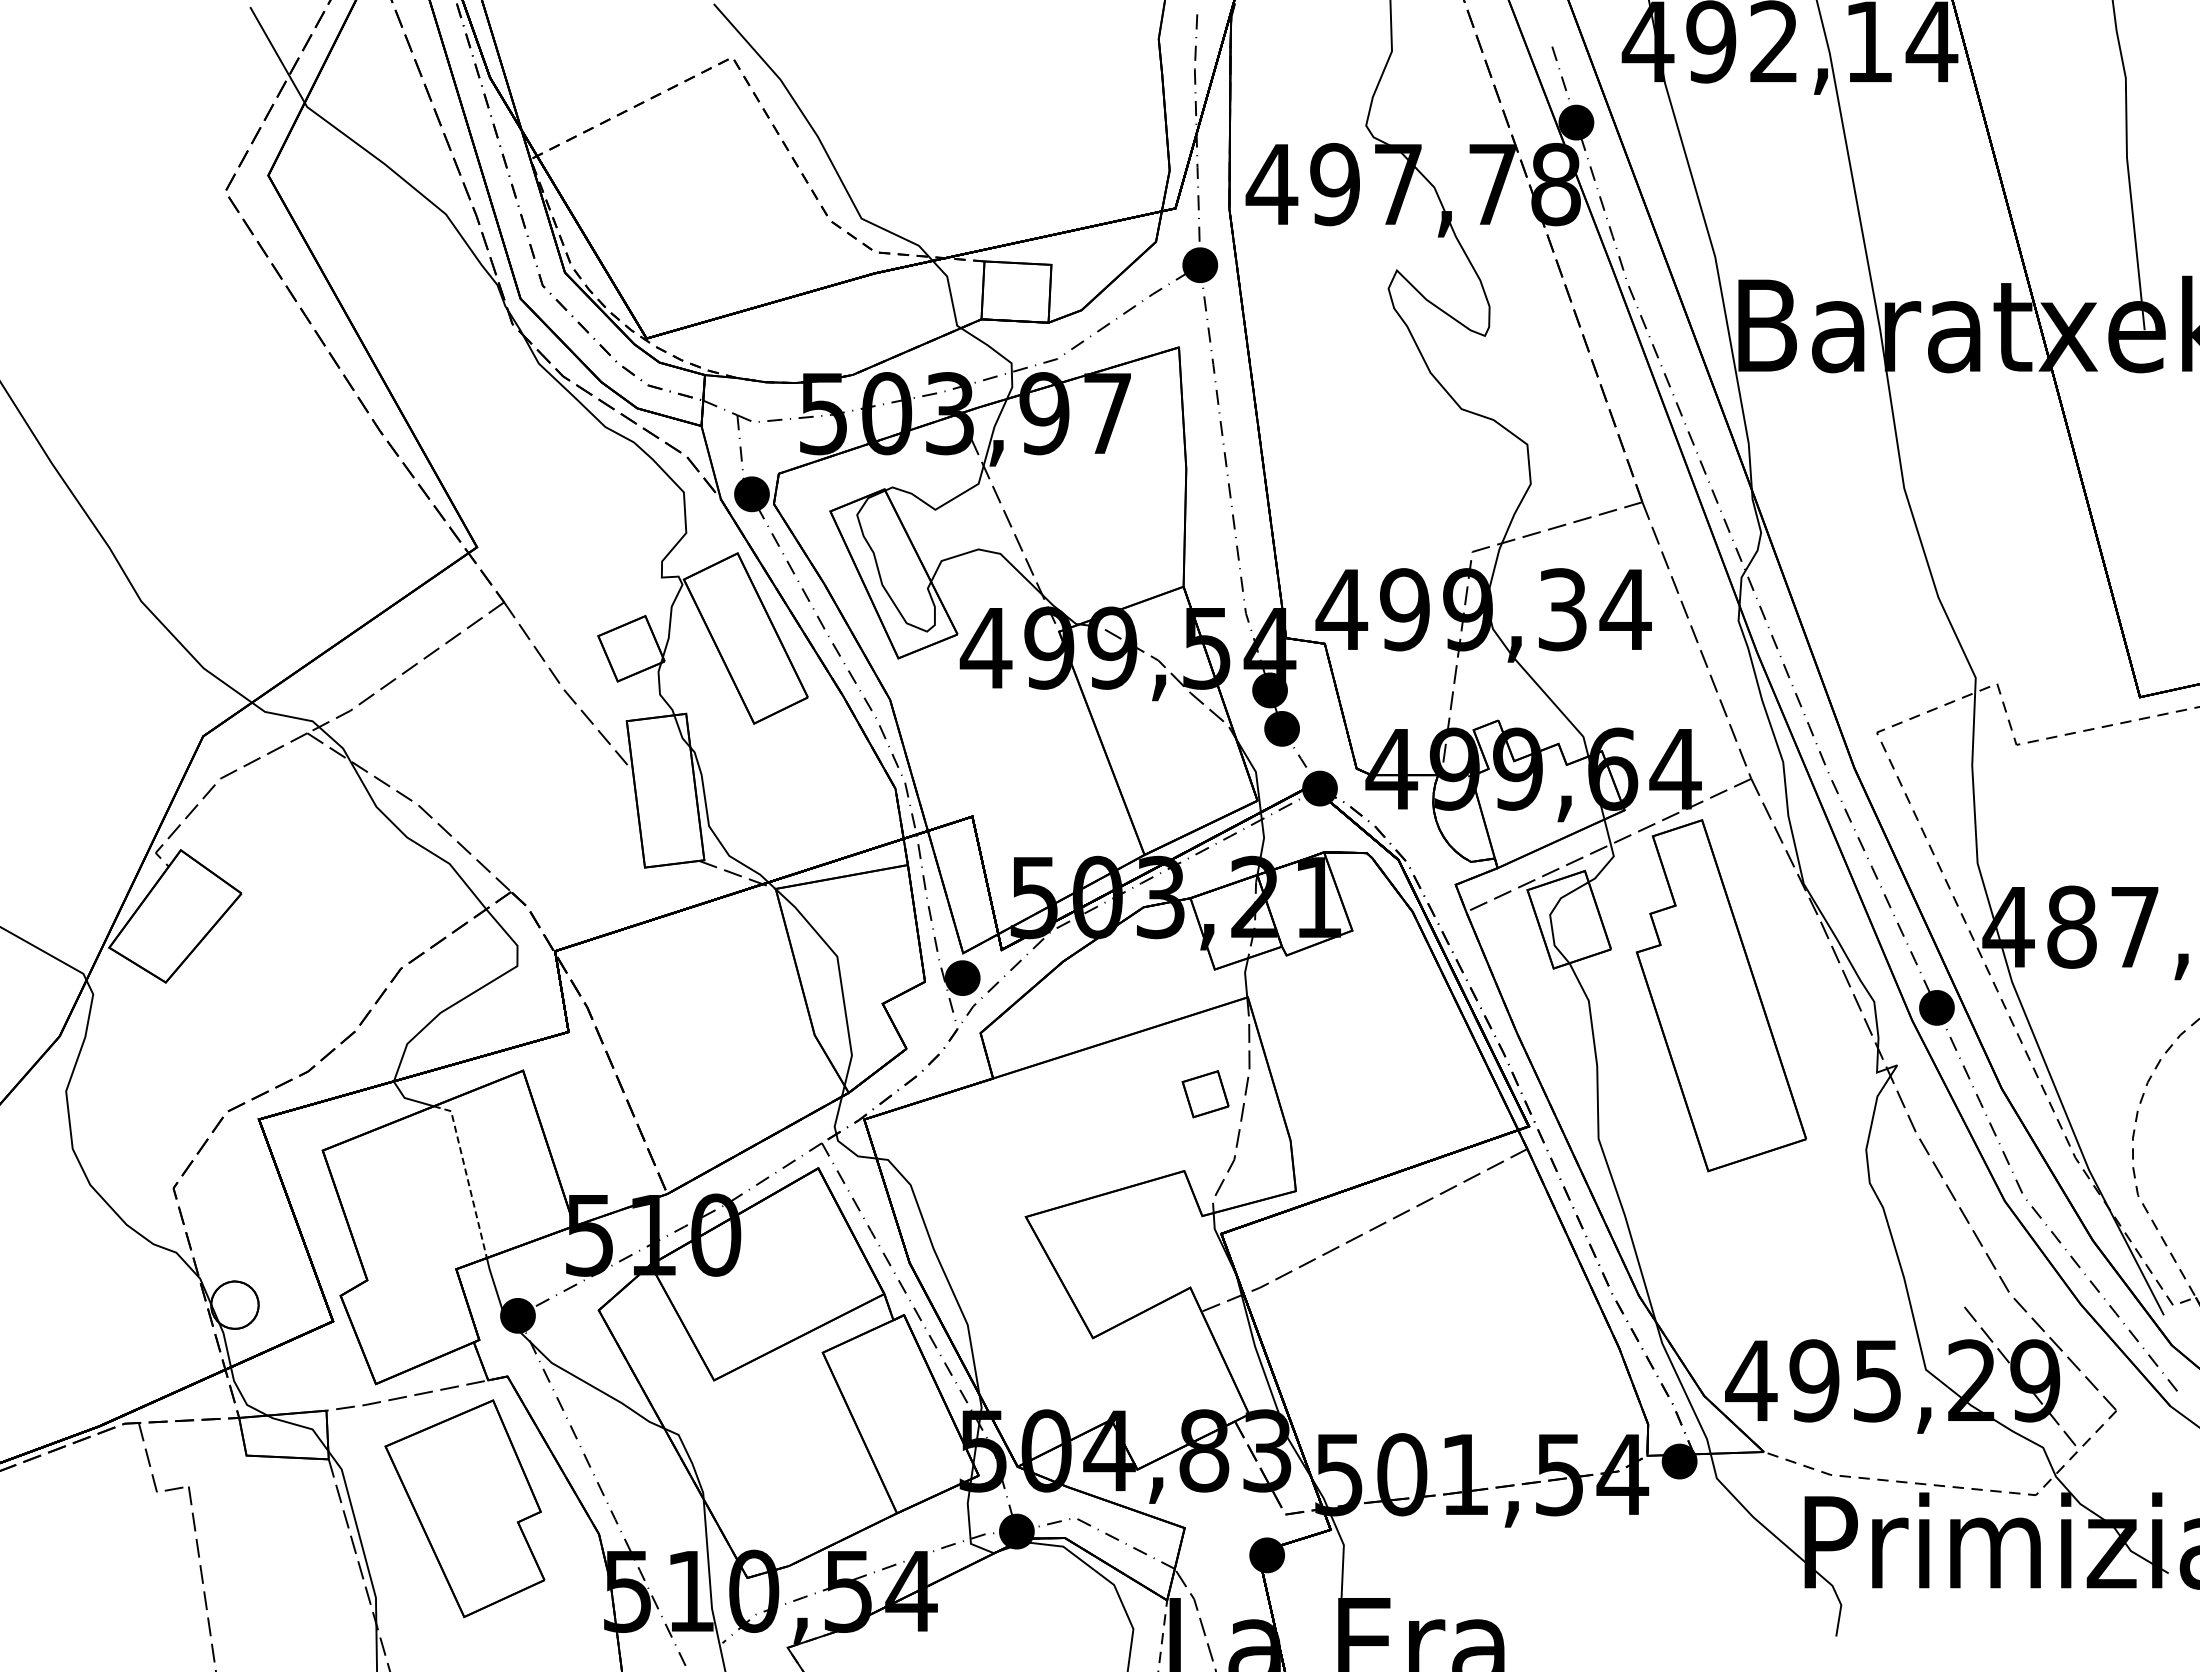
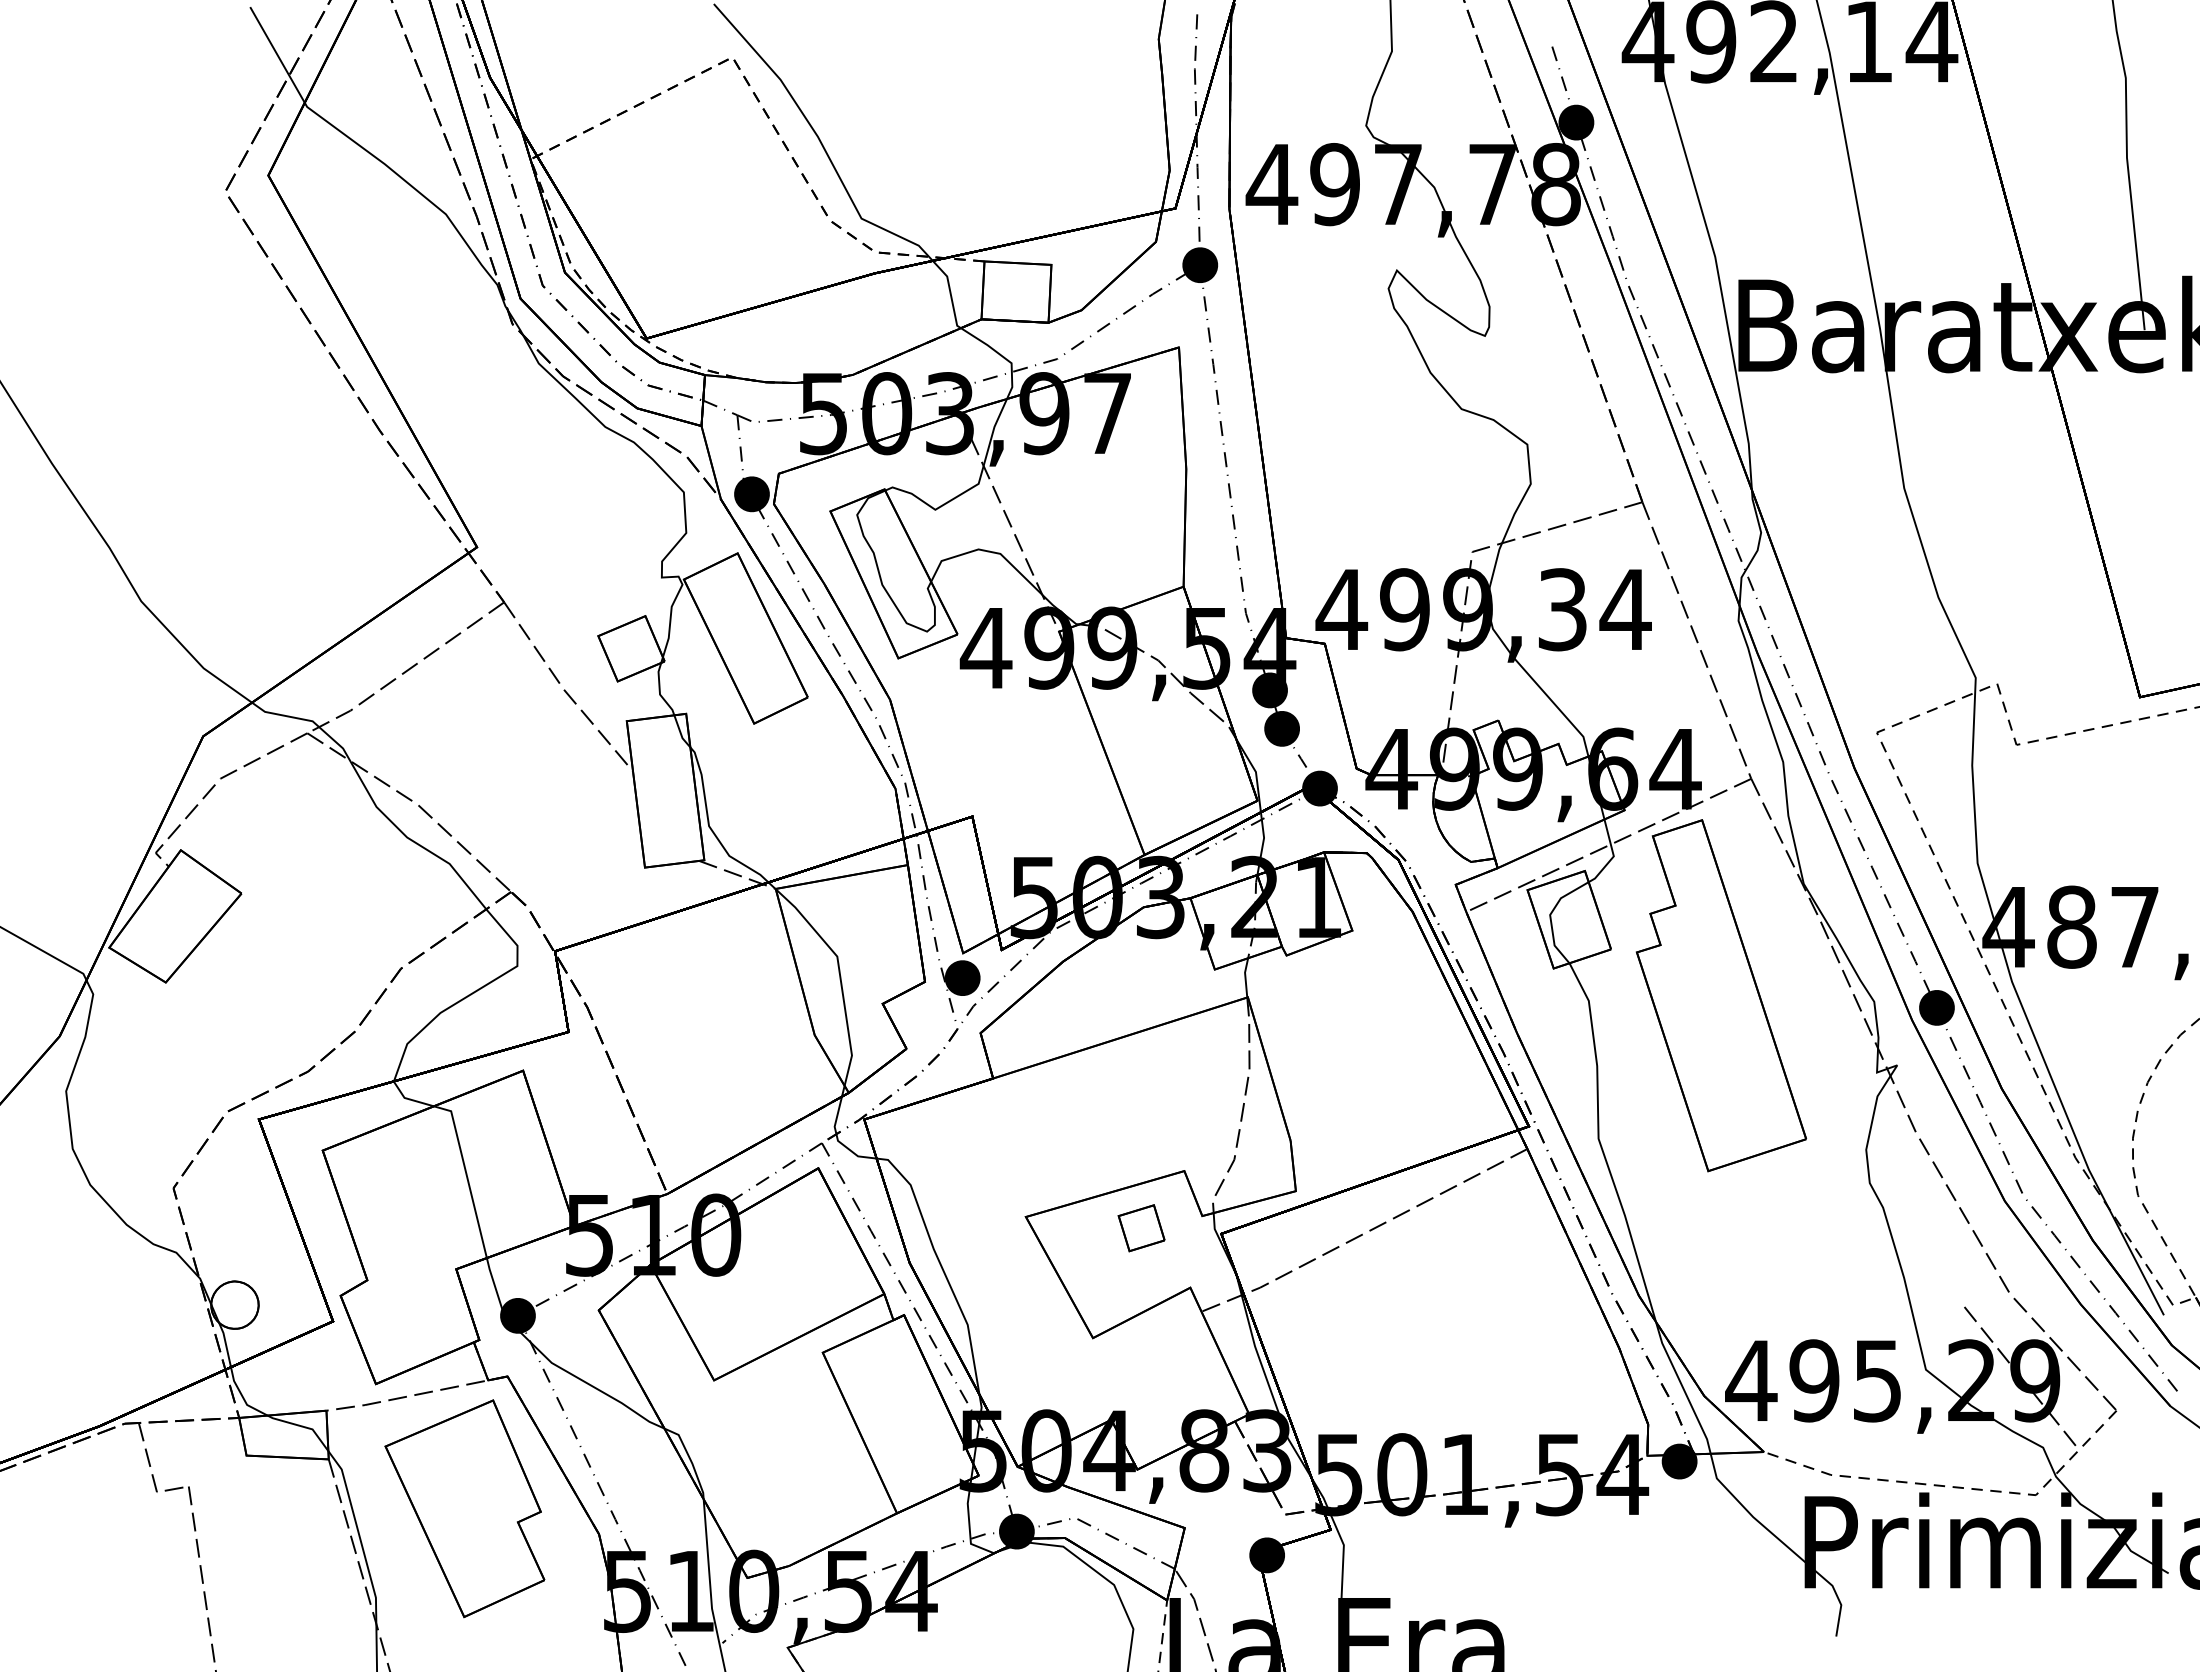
part at (1205, 1094) position: (1205, 1094) -> (1141, 1228)
line at (466, 1175): dashed -> solid
